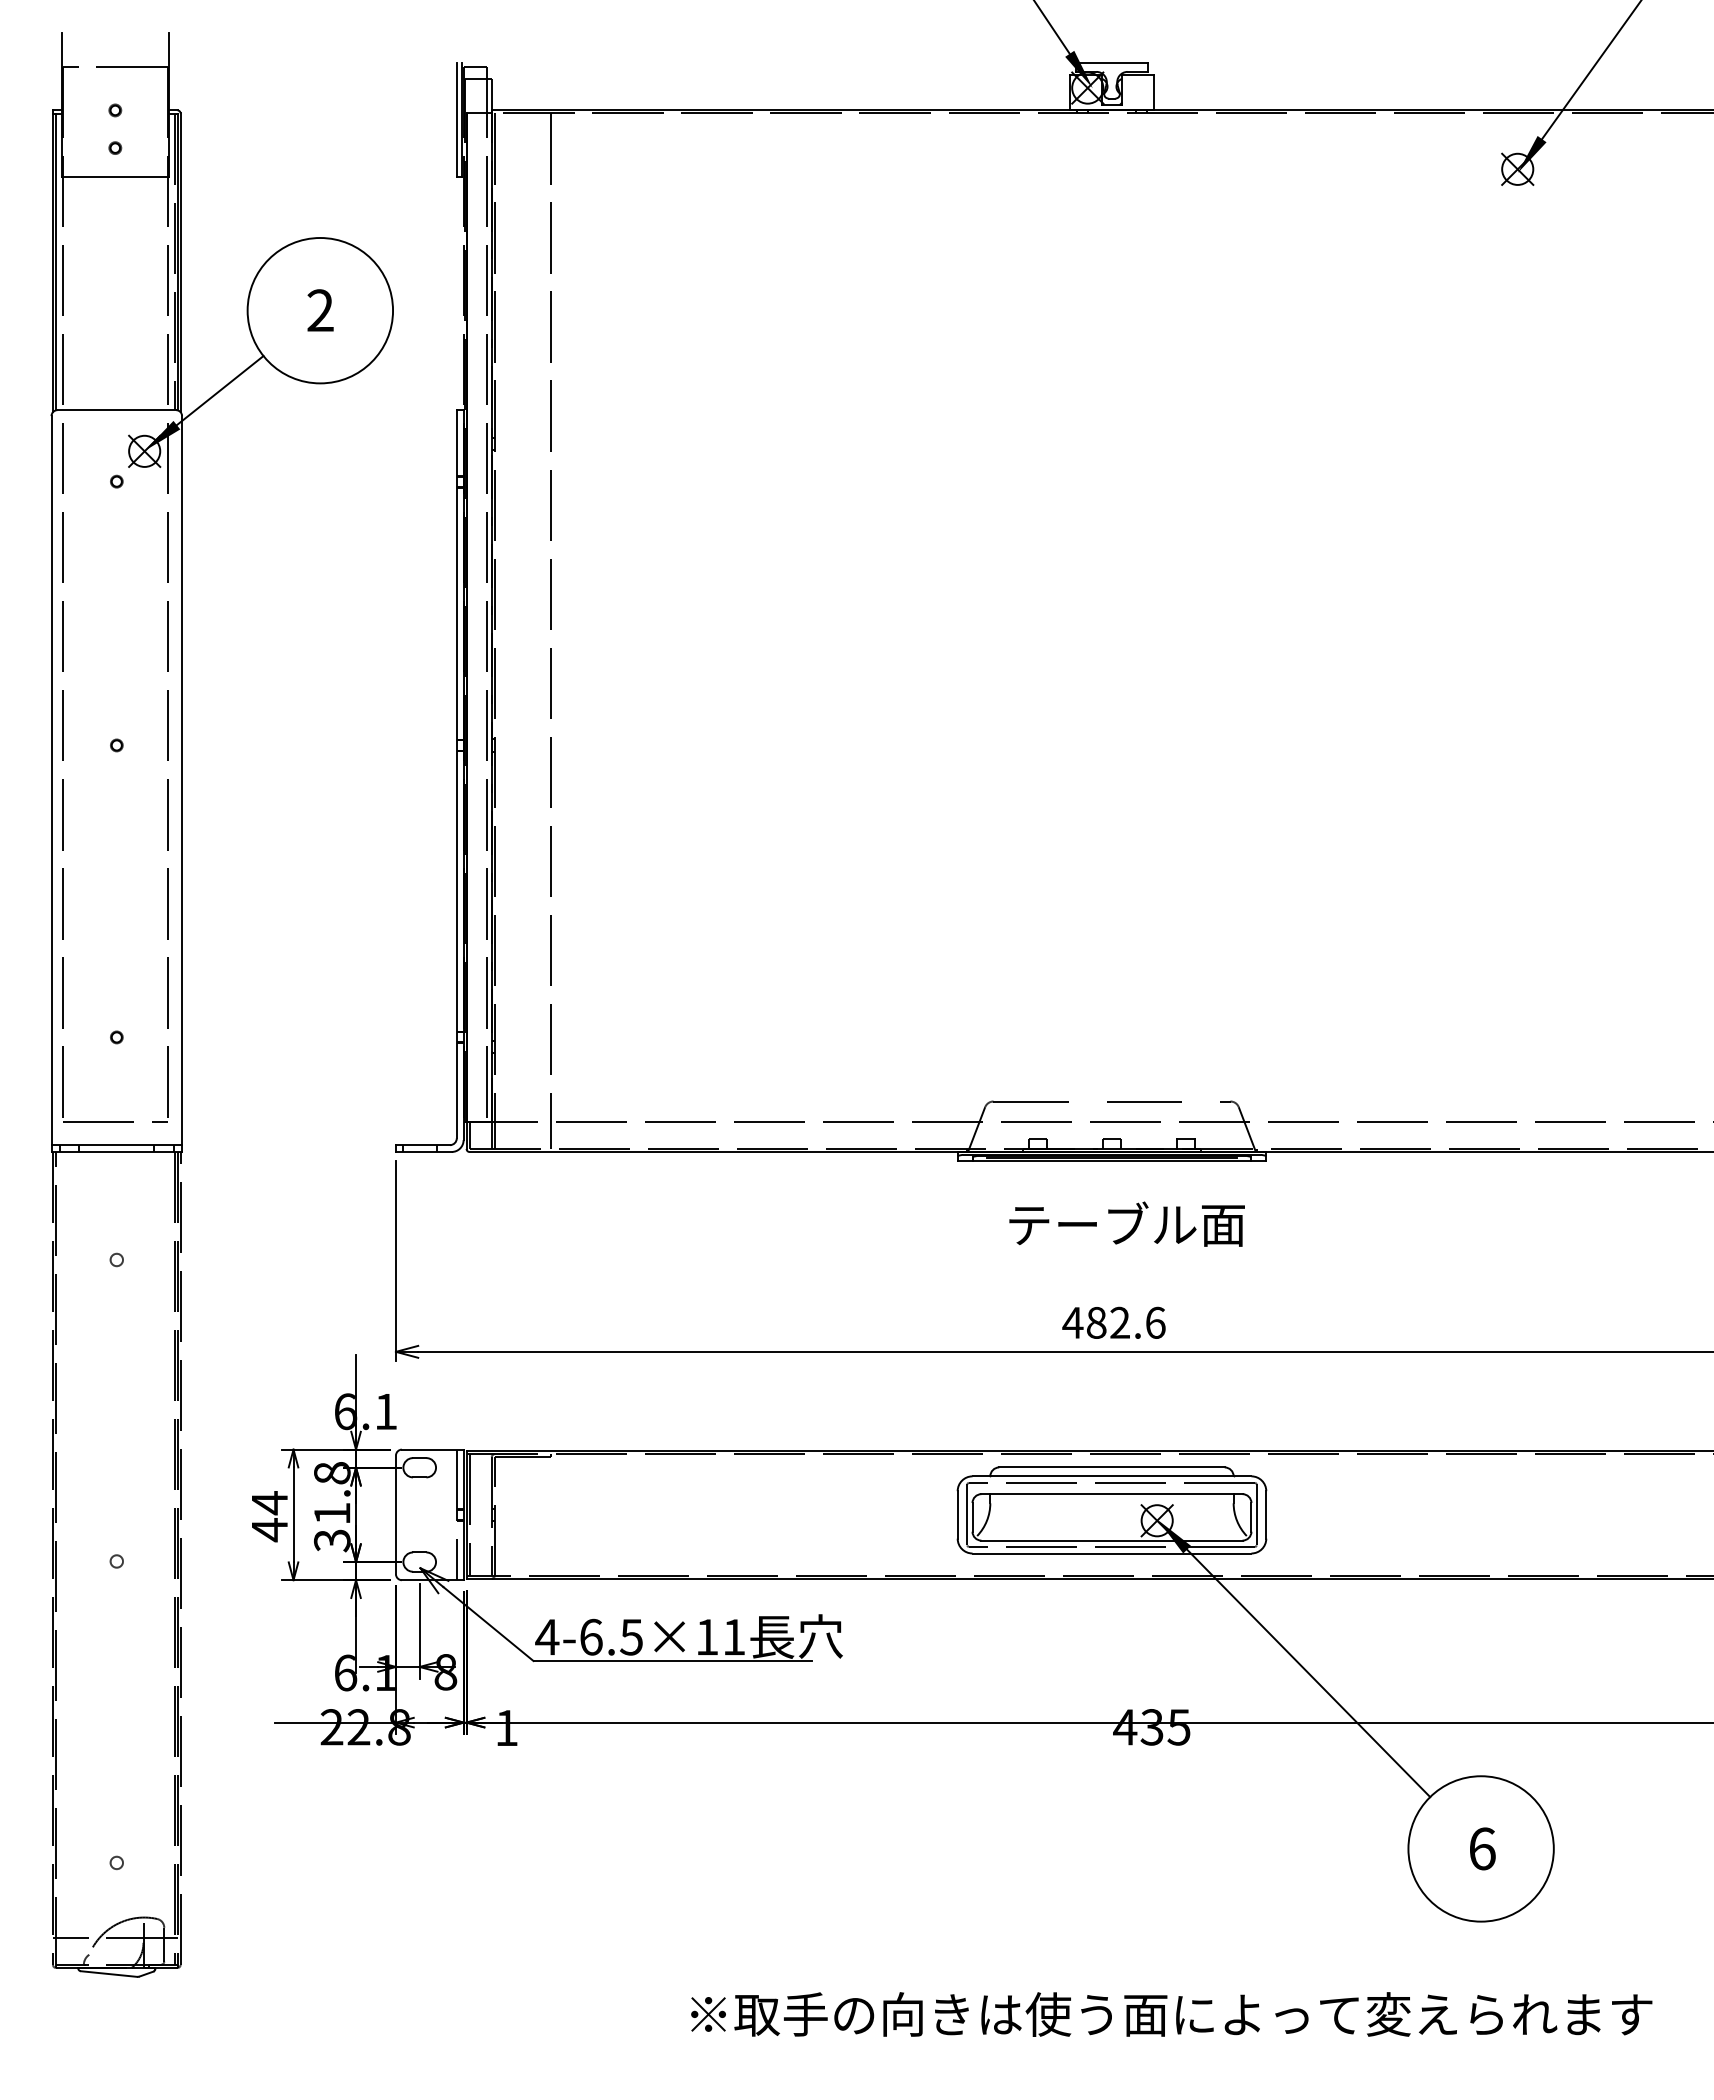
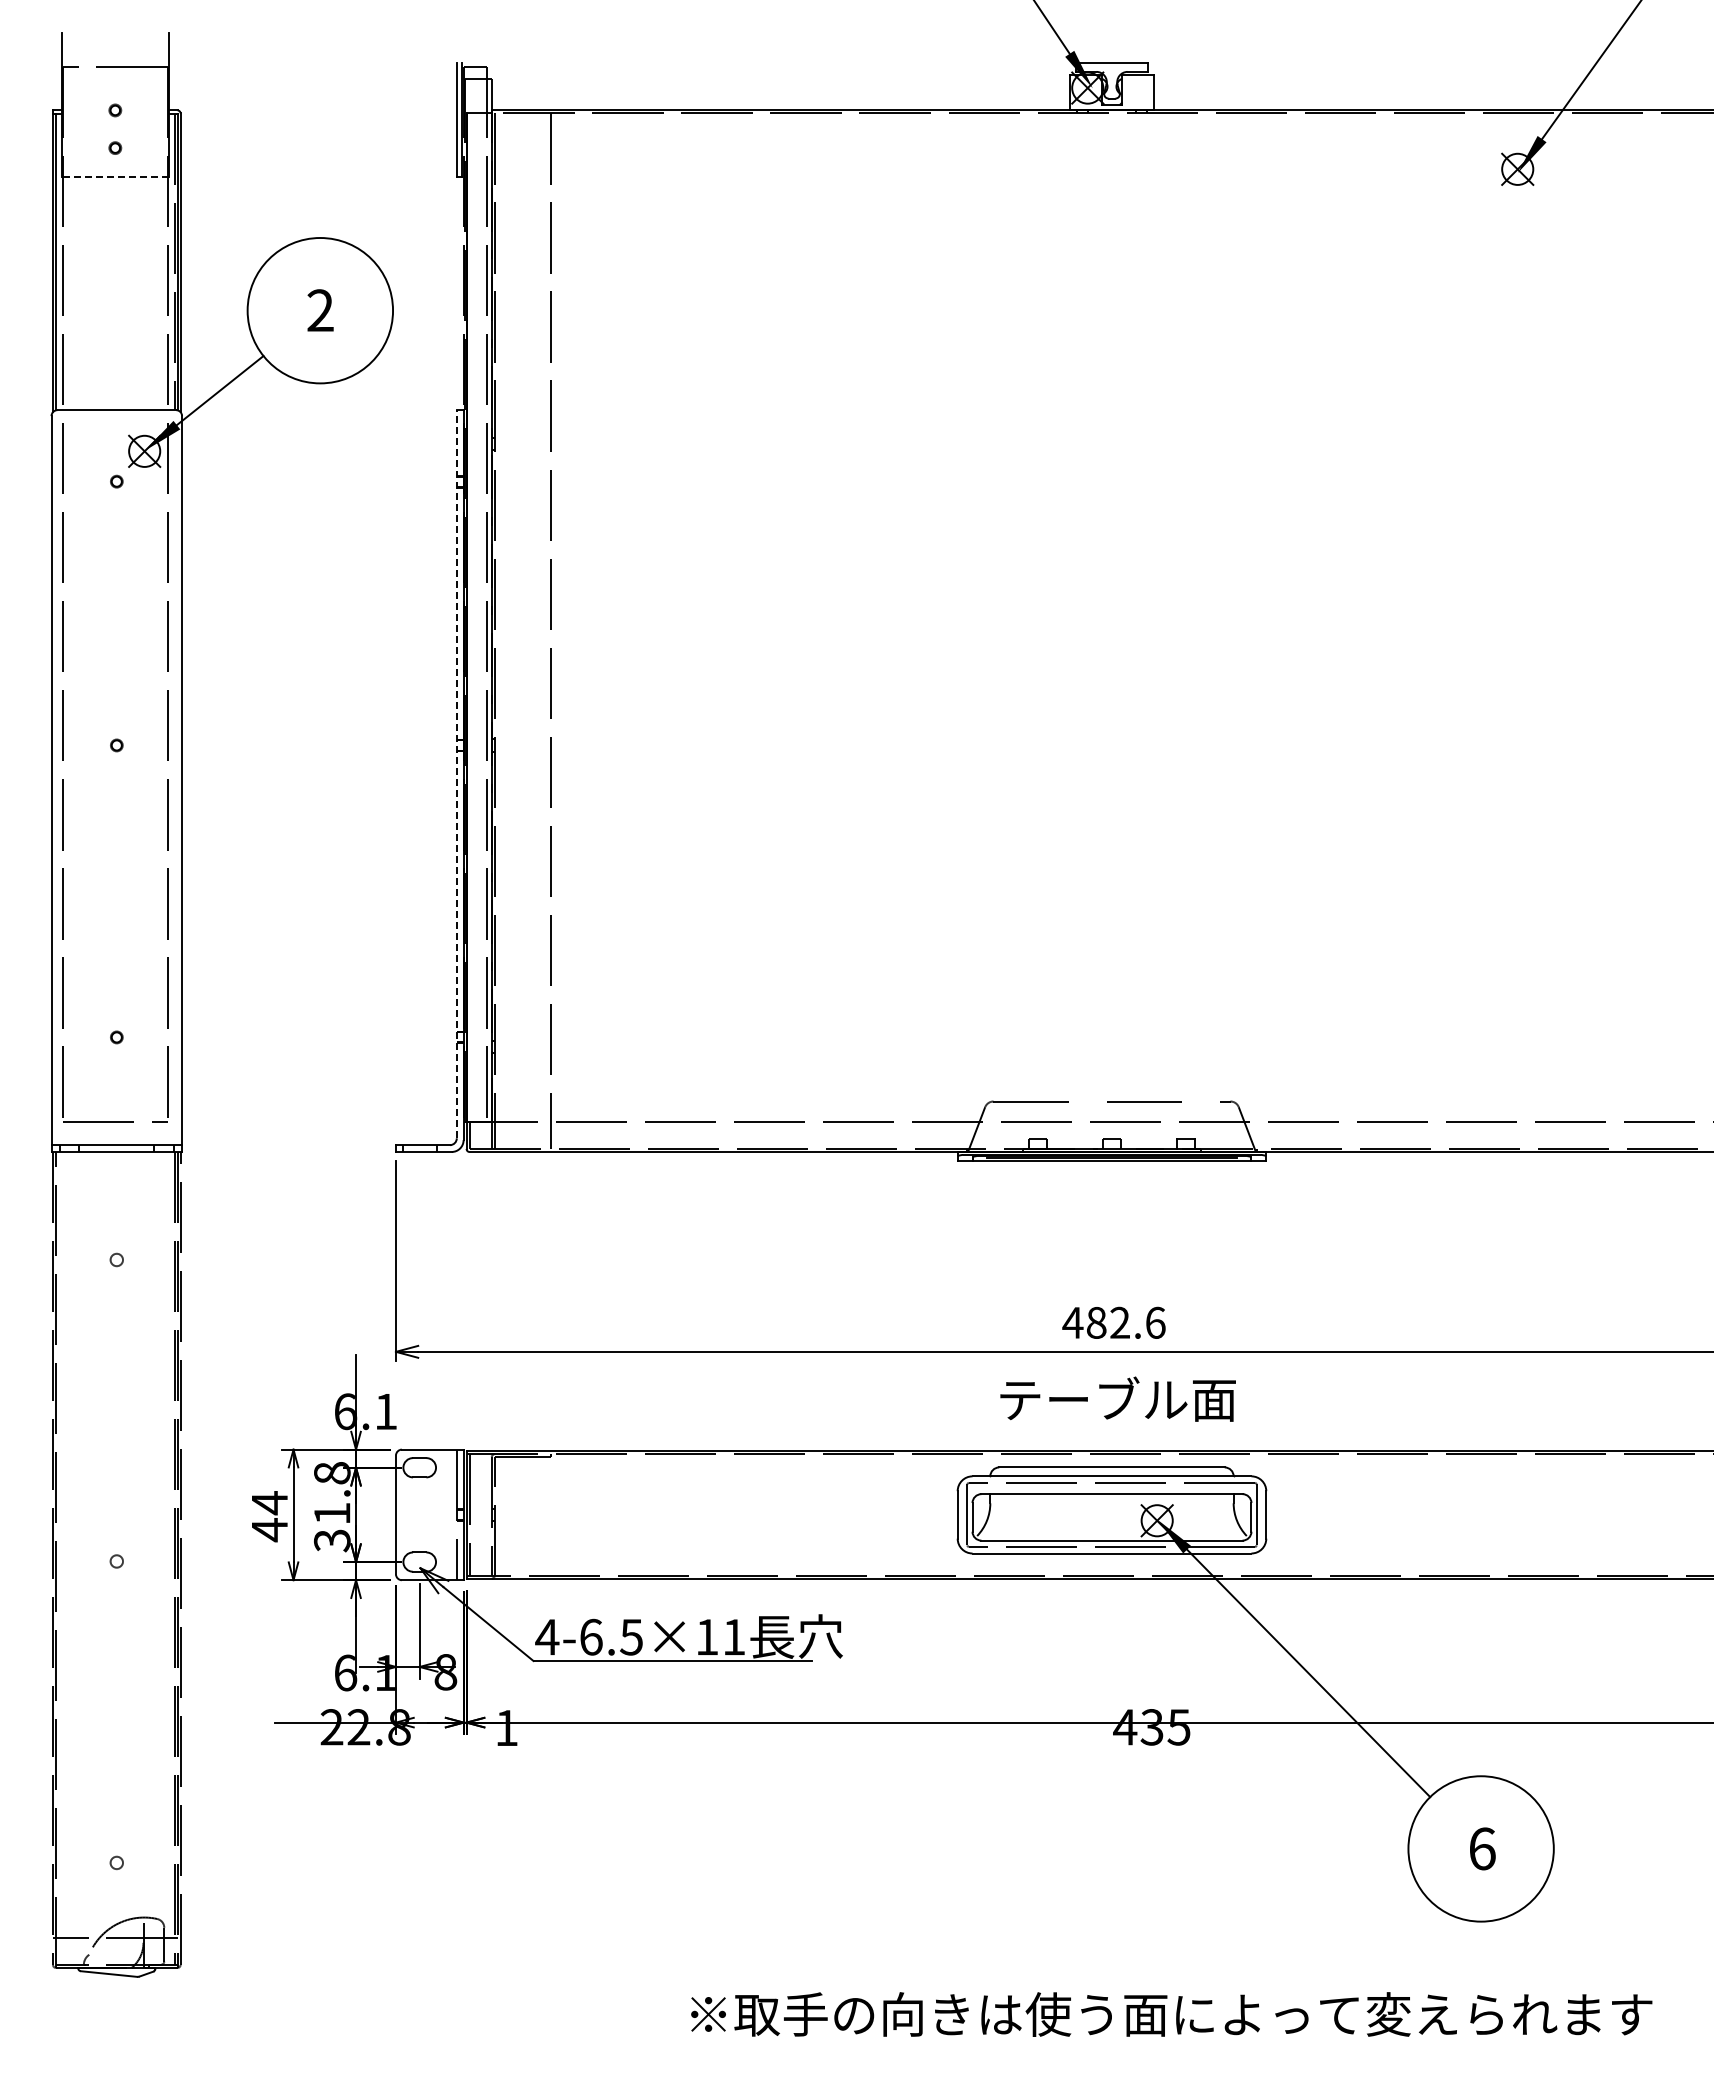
line at (114, 176): solid -> dashed
line at (456, 773): solid -> dashed
text at (1126, 1223) position: (1126, 1223) -> (1117, 1398)
